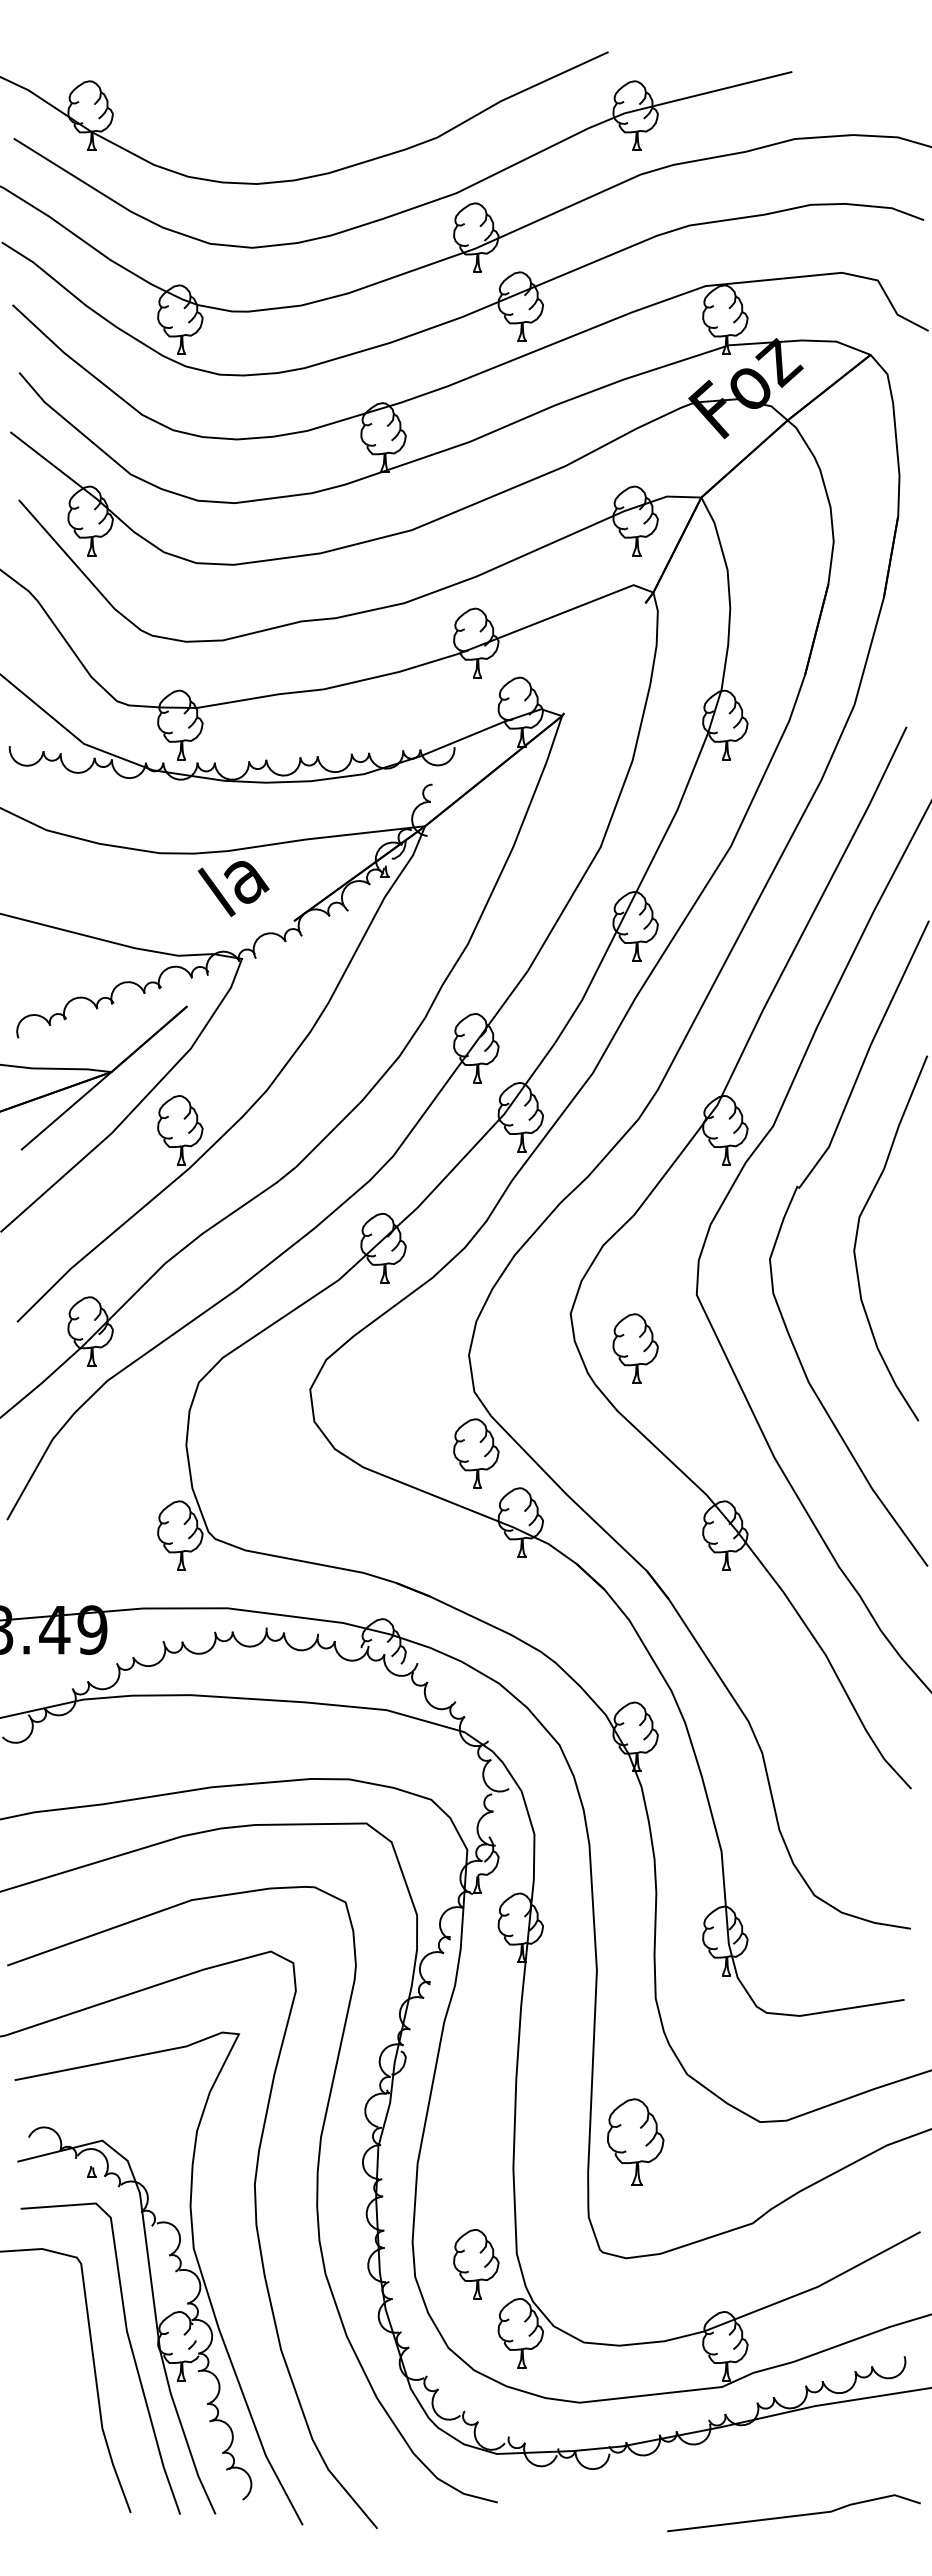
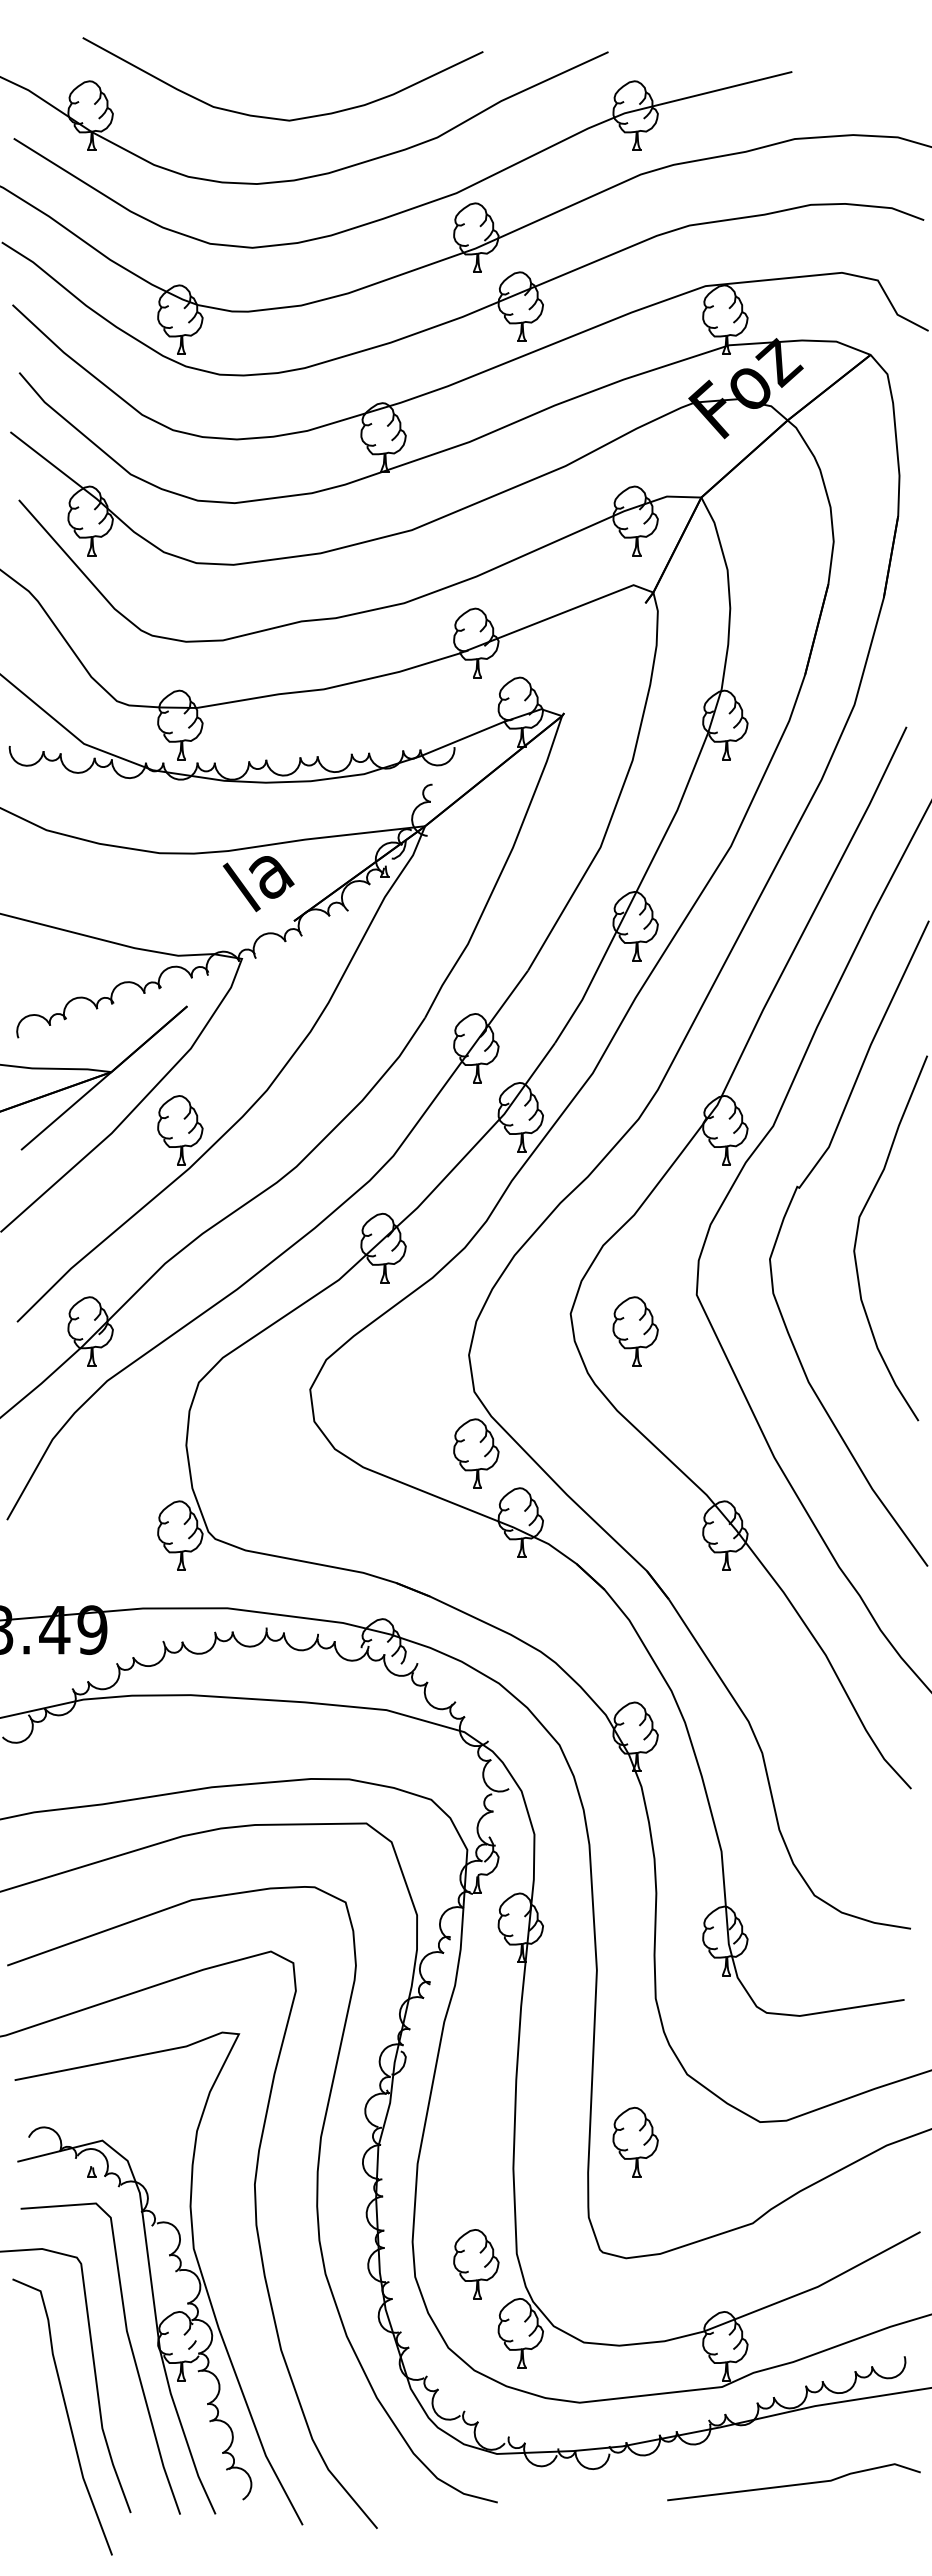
curve at (274, 117): none -> present
text at (233, 889) position: (233, 889) -> (258, 884)
part at (635, 1348) position: (635, 1348) -> (635, 1331)
part at (635, 2141) size: 58x88 px -> 47x72 px
curve at (66, 2414): none -> present
line at (793, 2515) position: (793, 2515) -> (793, 2484)
